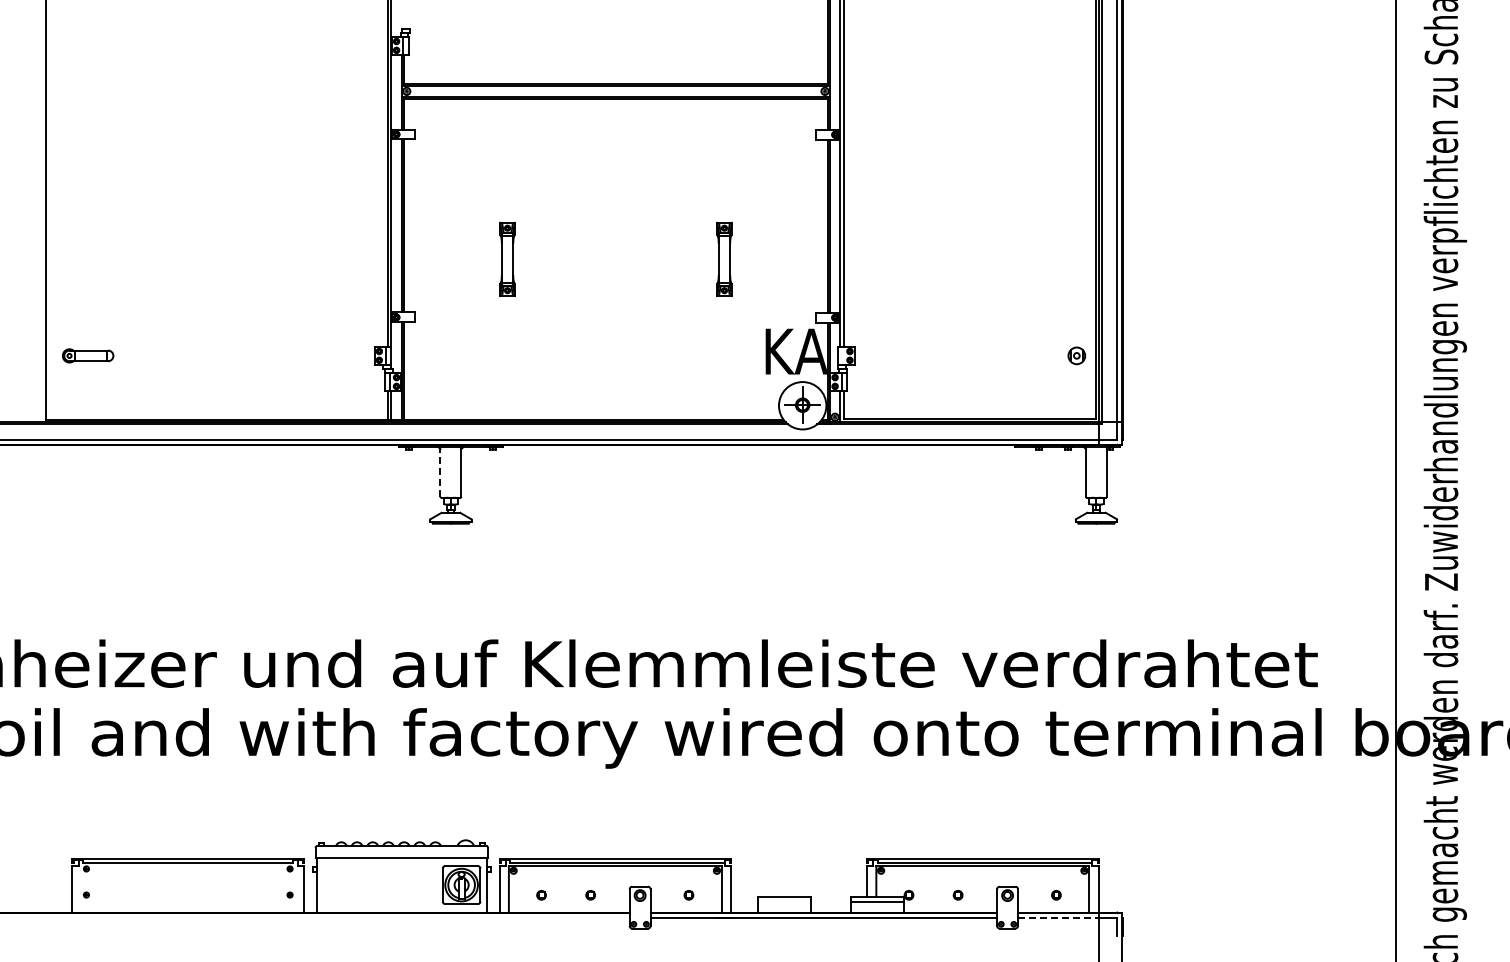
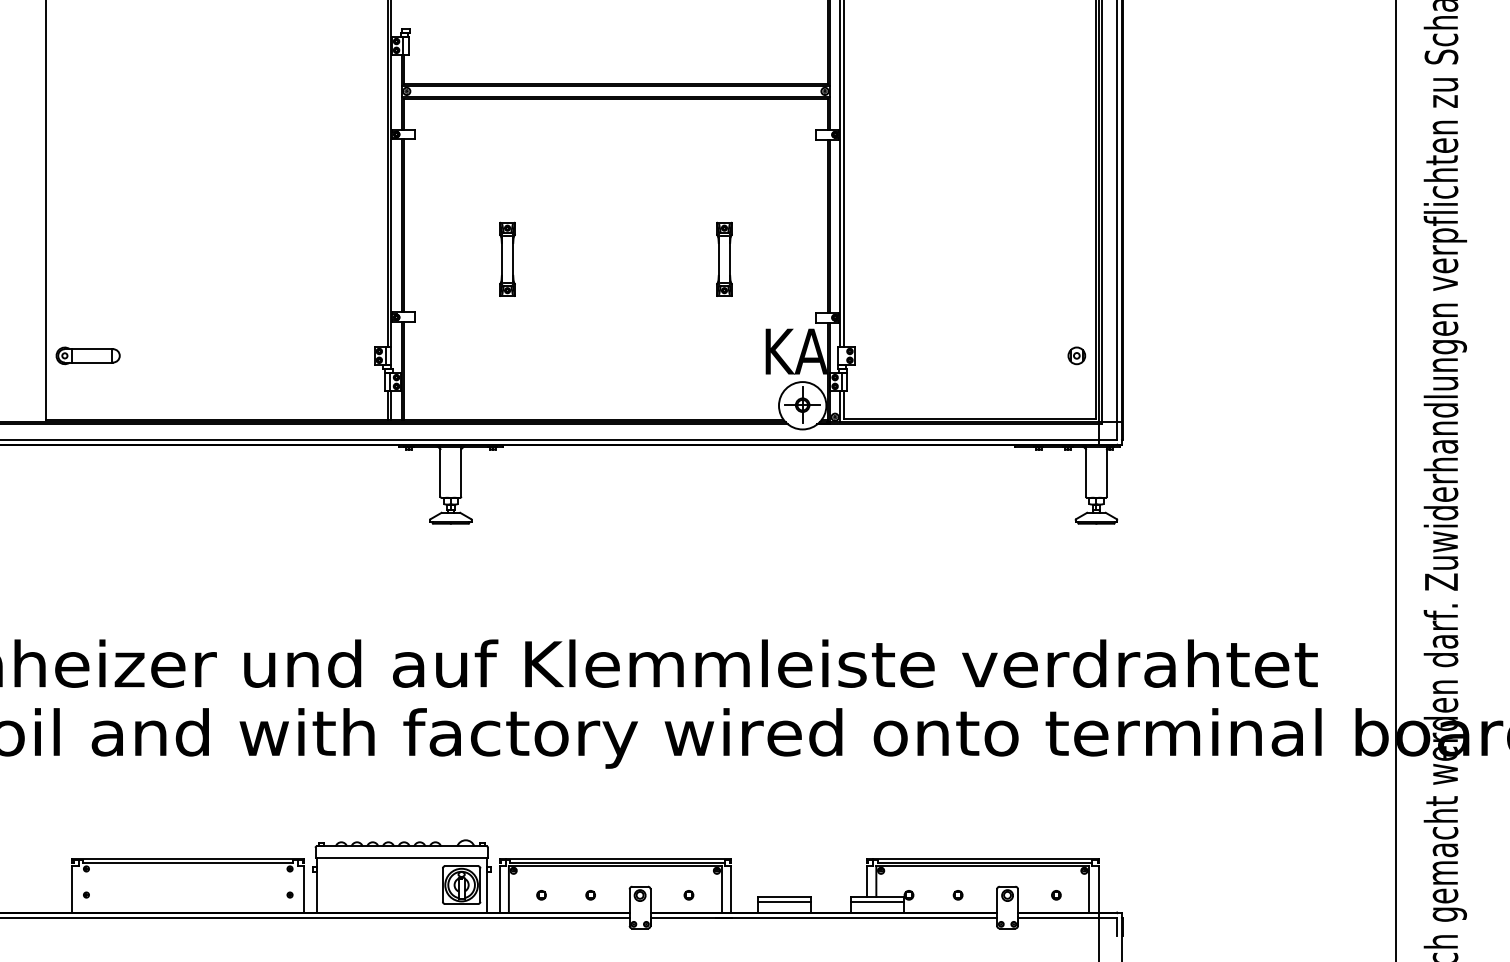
part at (88, 355) size: 53x16 px -> 66x20 px
line at (440, 471): dashed -> solid
line at (784, 901): none -> present
line at (315, 918): none -> present
line at (1058, 918): dashed -> solid
